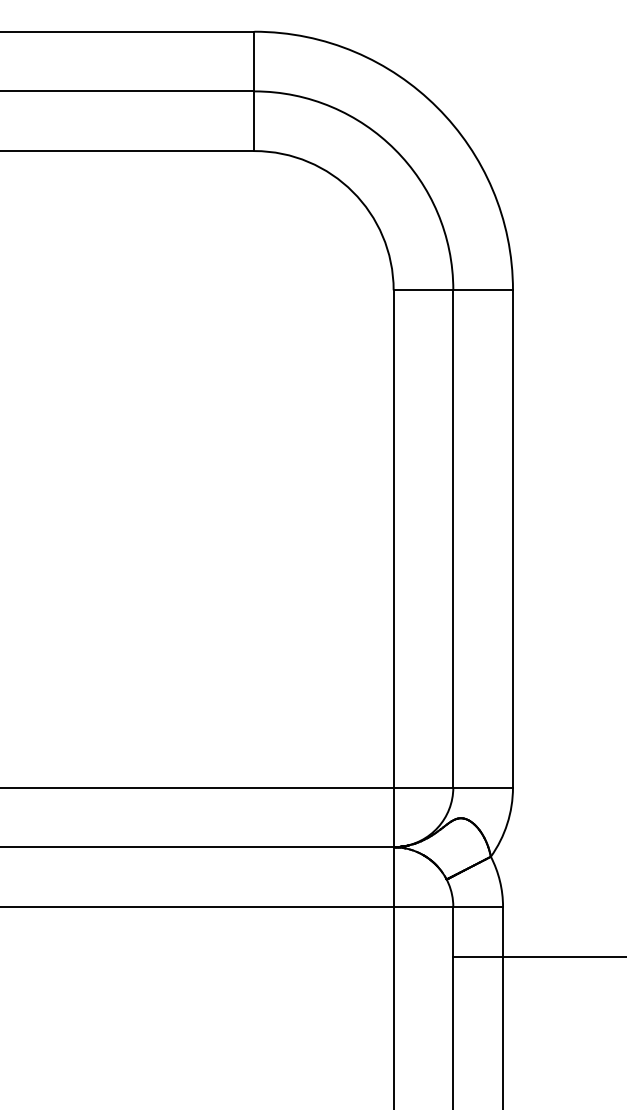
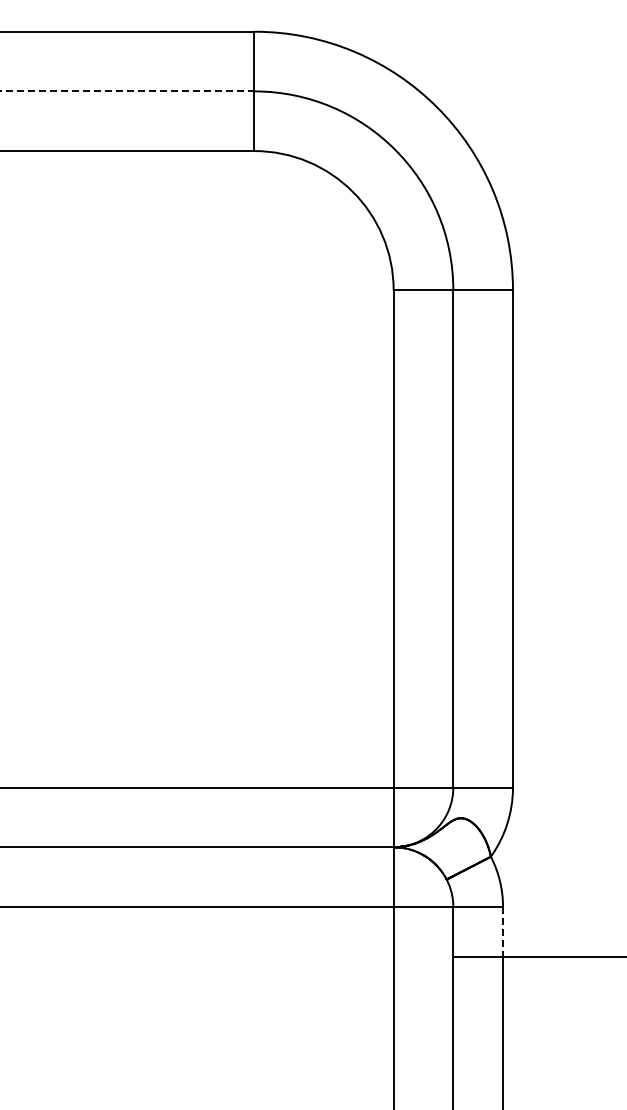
line at (127, 91): solid -> dashed
line at (503, 931): solid -> dashed
